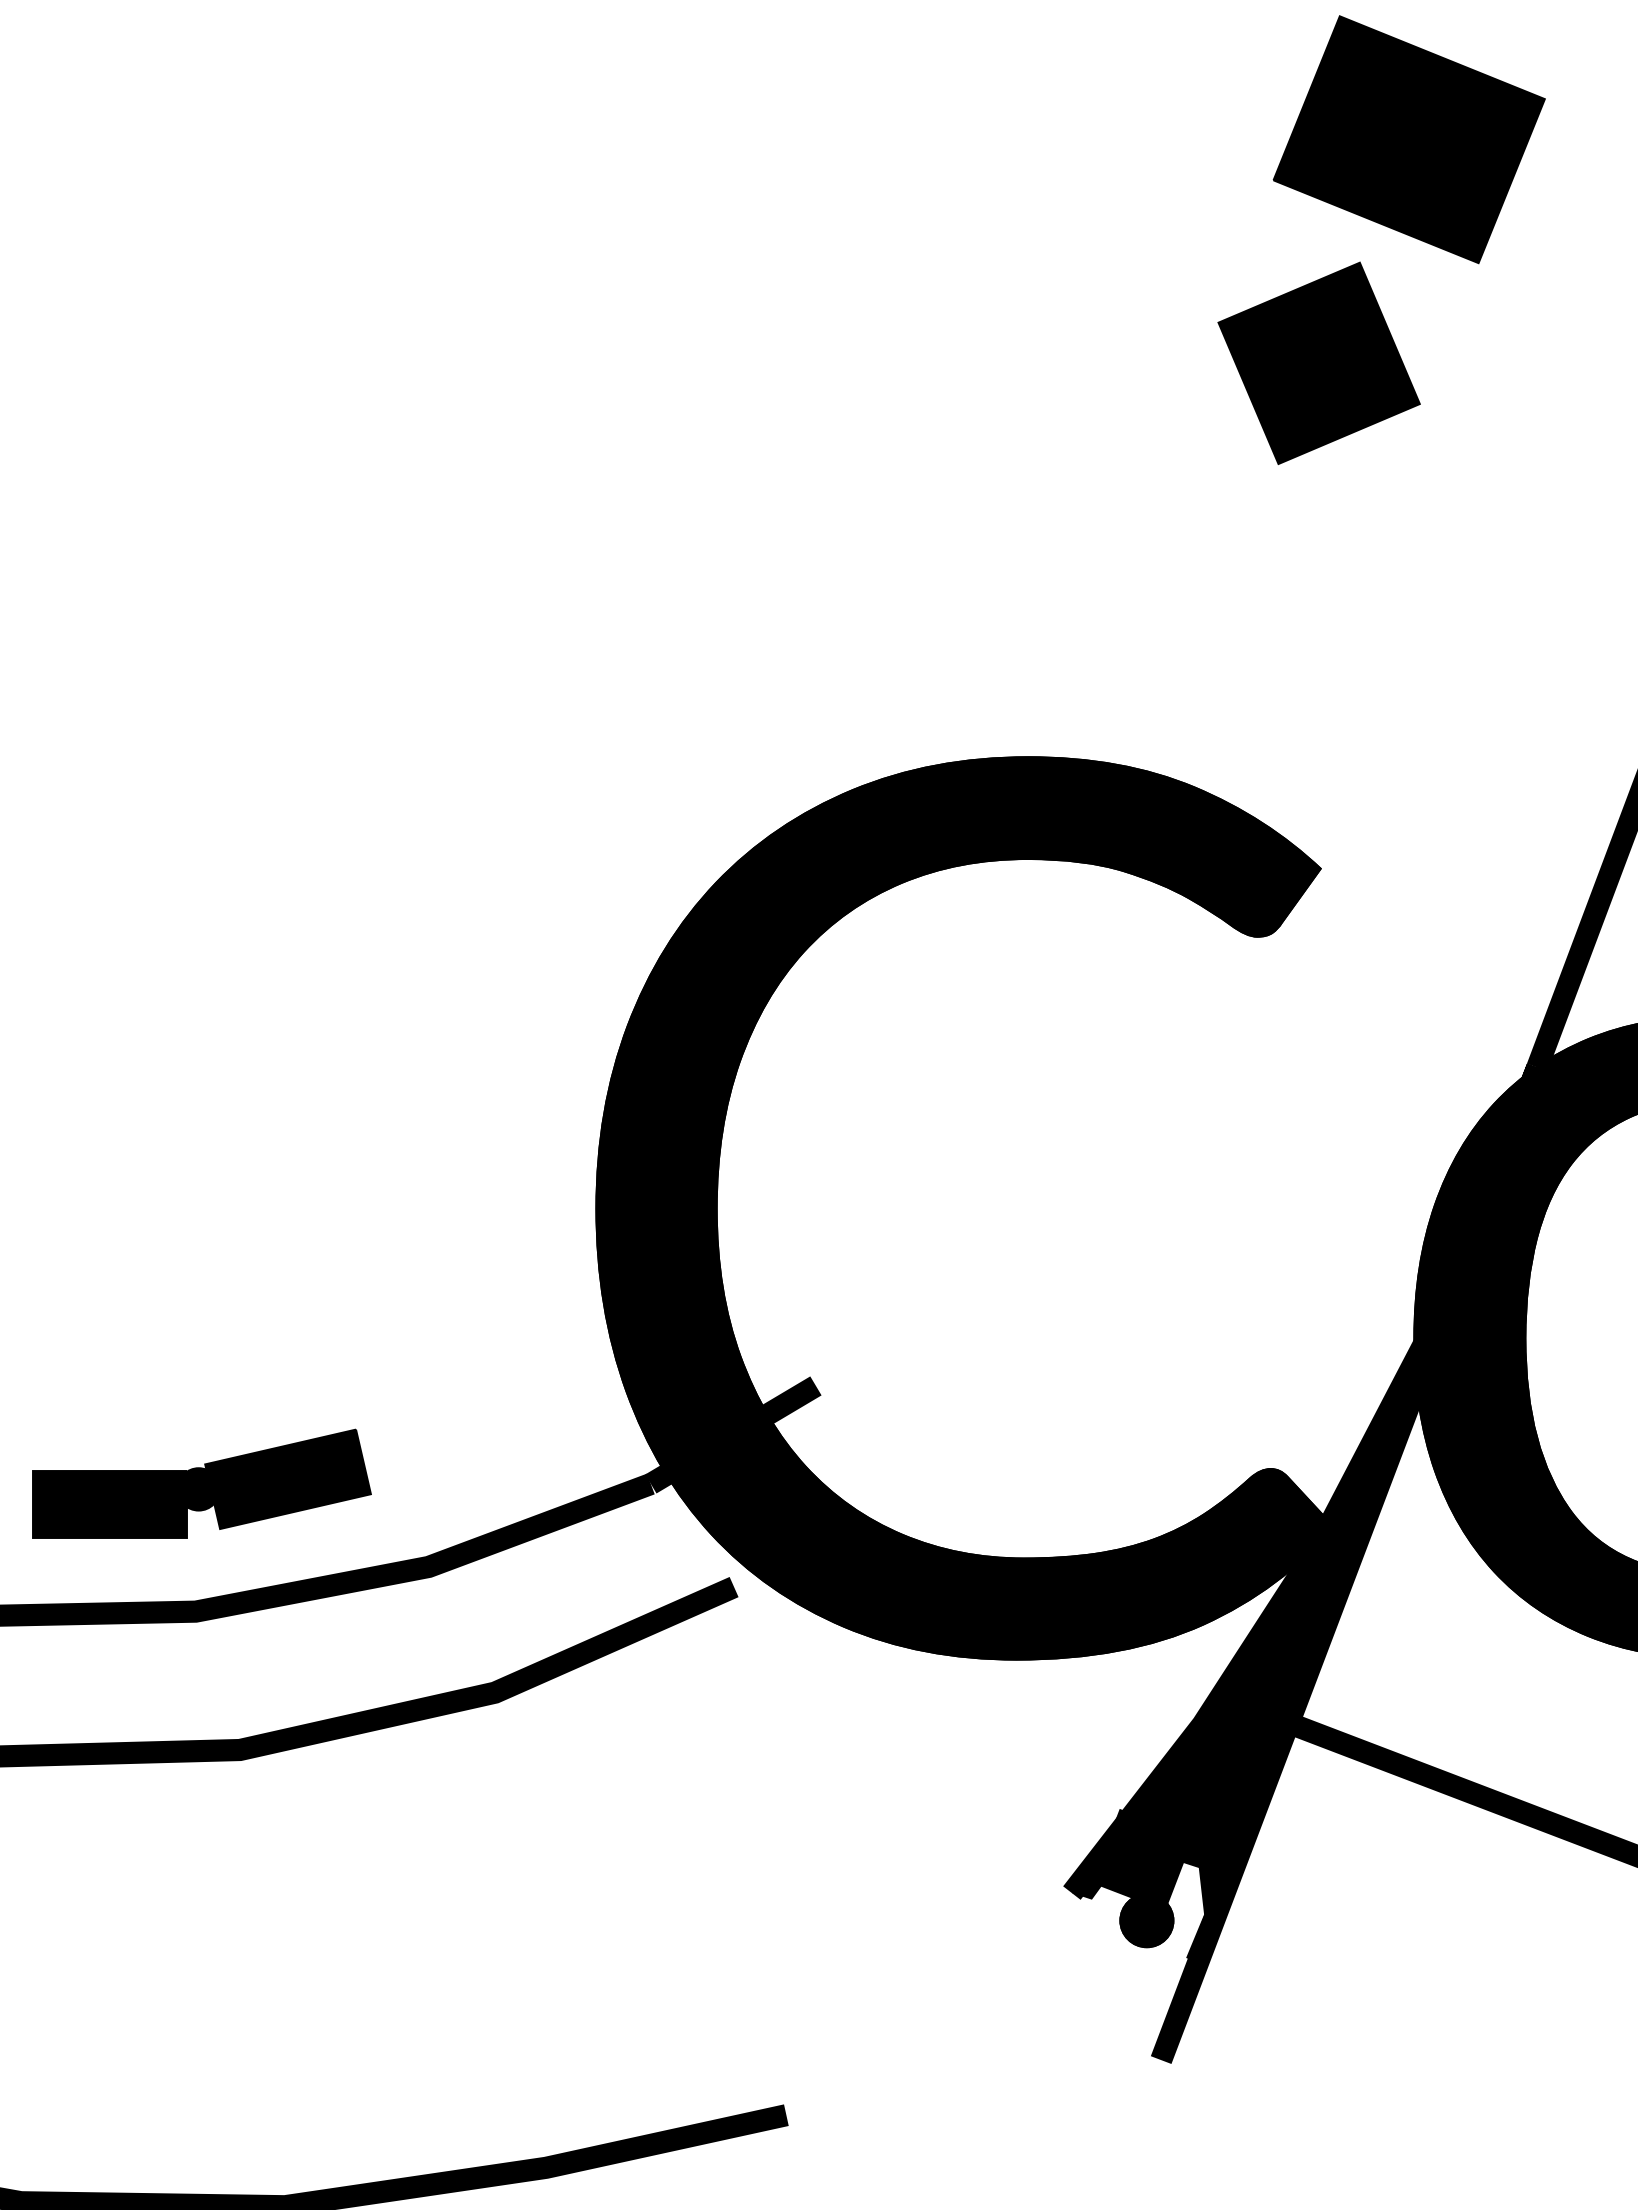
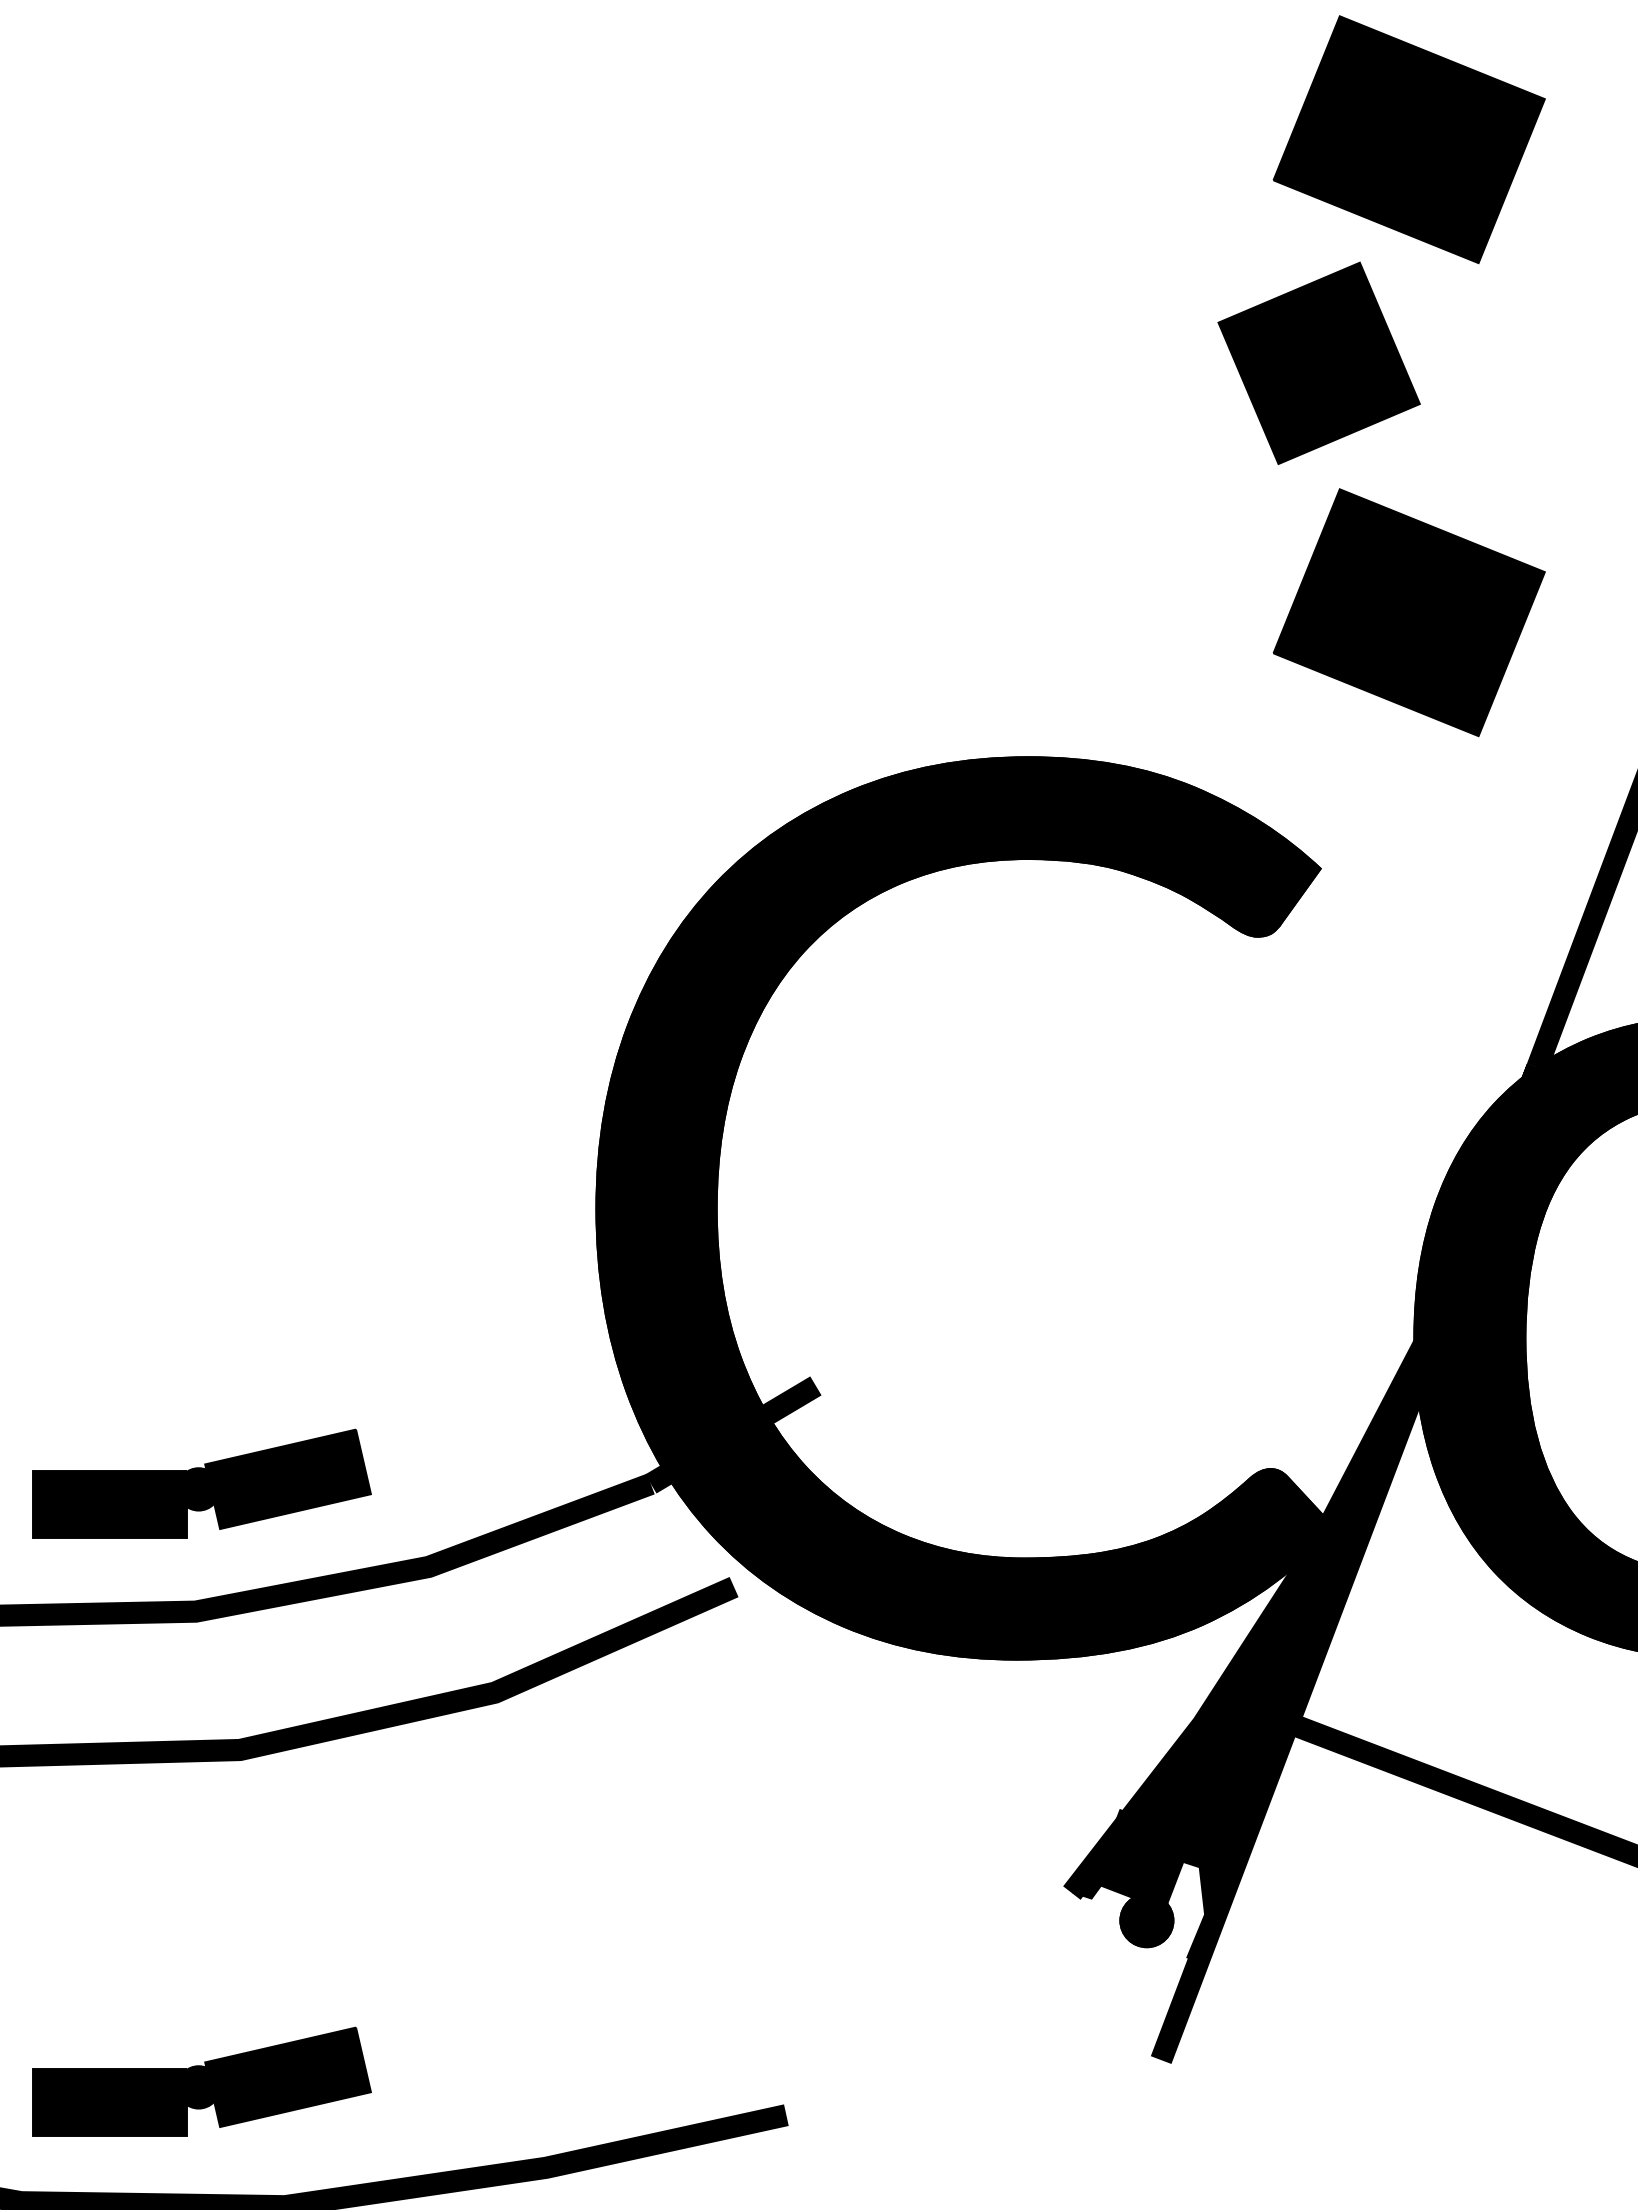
part at (1408, 612): none -> present
part at (201, 2081): none -> present
